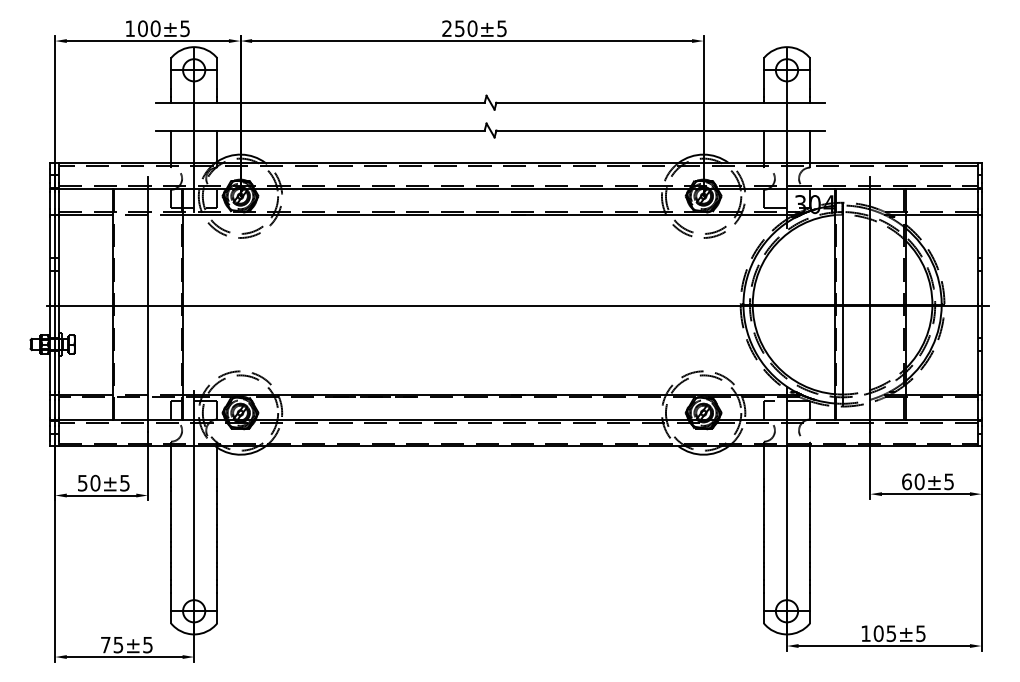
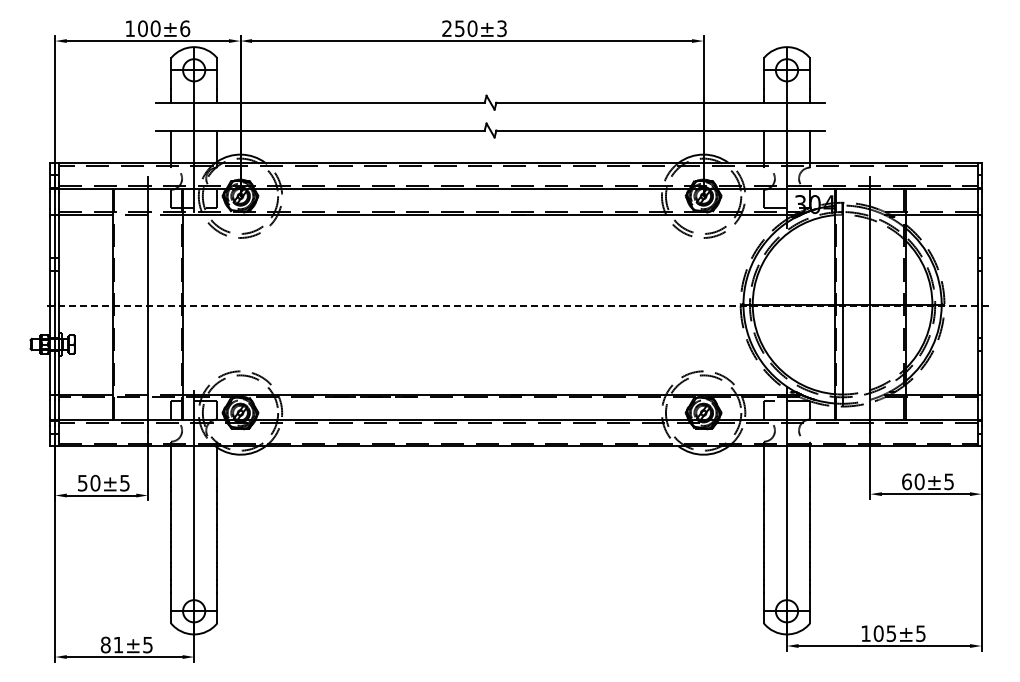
text at (185, 28): ±5 -> ±6
text at (501, 28): ±5 -> ±3
line at (517, 306): solid -> dashed
text at (111, 644): 75 -> 81
